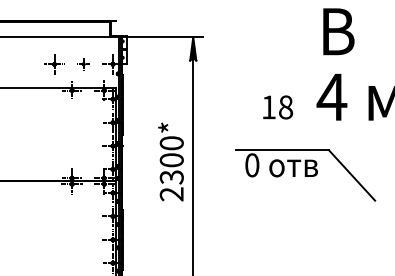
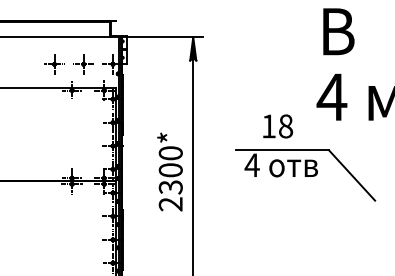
part at (83, 64) size: 13x13 px -> 21x21 px
text at (278, 107) position: (278, 107) -> (278, 126)
text at (170, 161) position: (170, 161) -> (169, 171)
text at (251, 165): 0 -> 4
